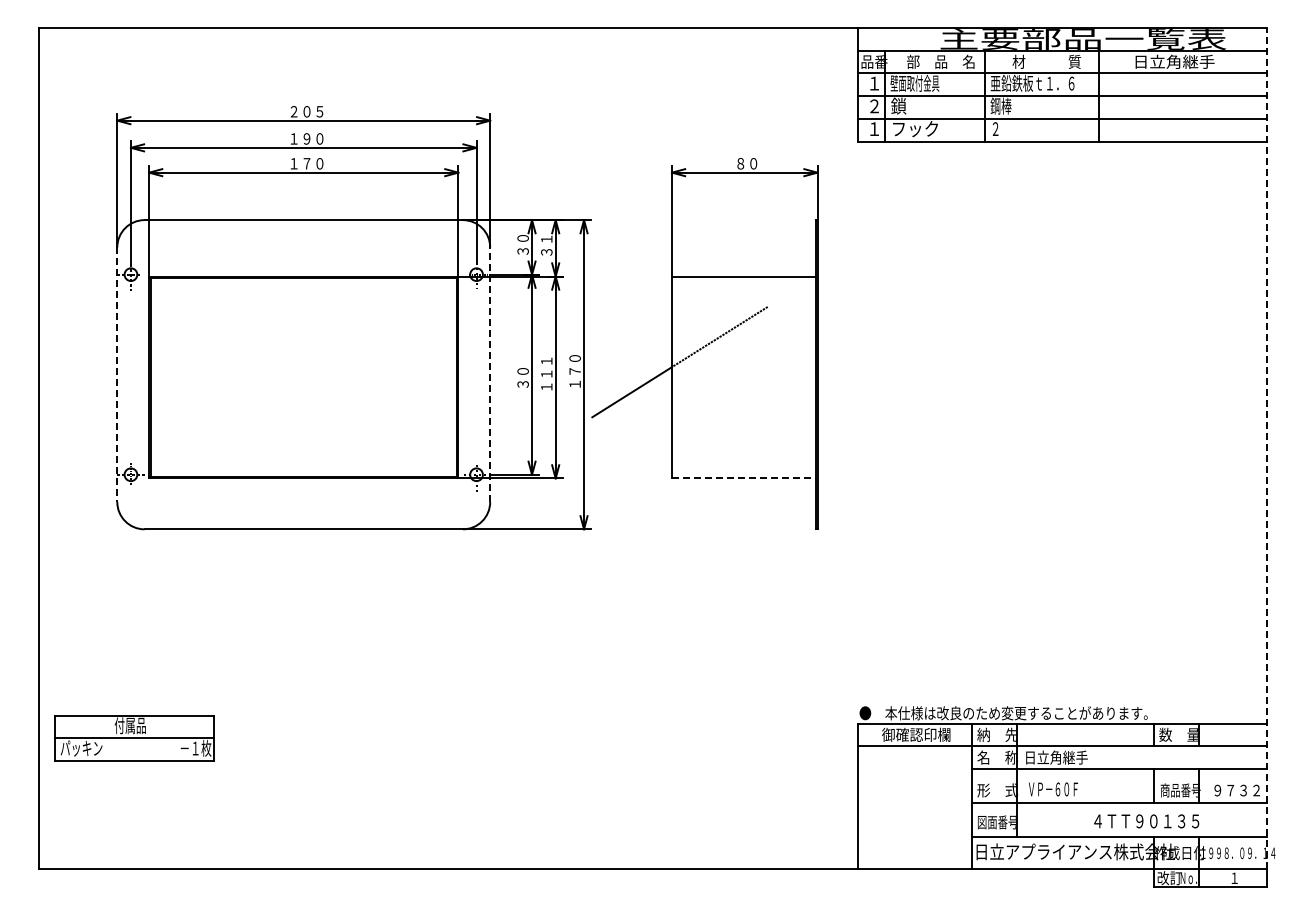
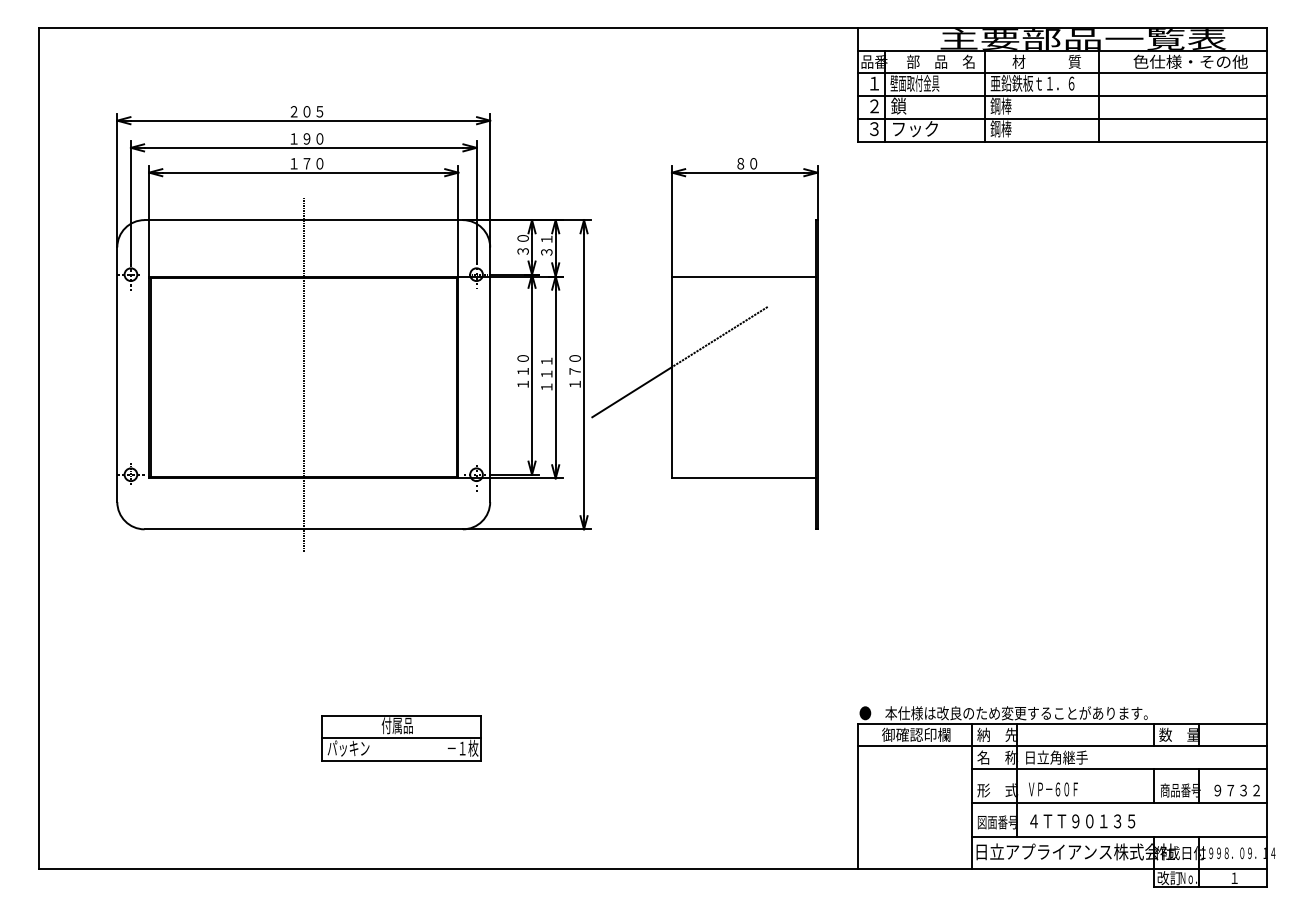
text at (1190, 61): 日立角継手 -> 色仕様・その他
text at (1000, 128): ２ -> 鋼棒
text at (874, 129): １ -> ３
text at (522, 371): ３０ -> １１０
line at (303, 374): none -> present
line at (490, 374): dashed -> solid
line at (117, 375): dashed -> solid
line at (1267, 448): dashed -> solid
line at (744, 478): dashed -> solid
part at (134, 738) position: (134, 738) -> (401, 738)
text at (1146, 821) position: (1146, 821) -> (1082, 821)
